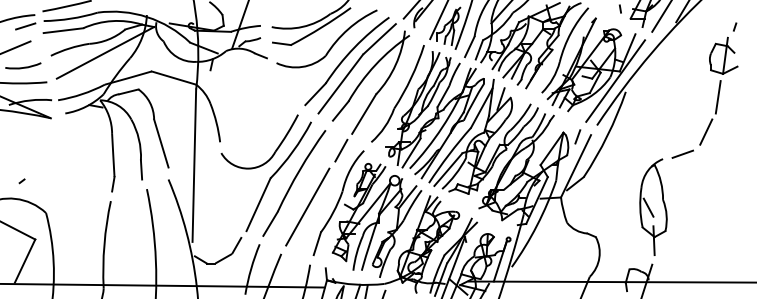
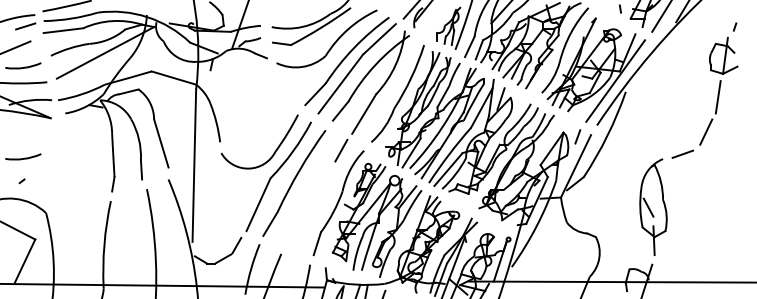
line at (438, 20): present -> none
arc at (24, 157): none -> present
line at (307, 206): present -> none
